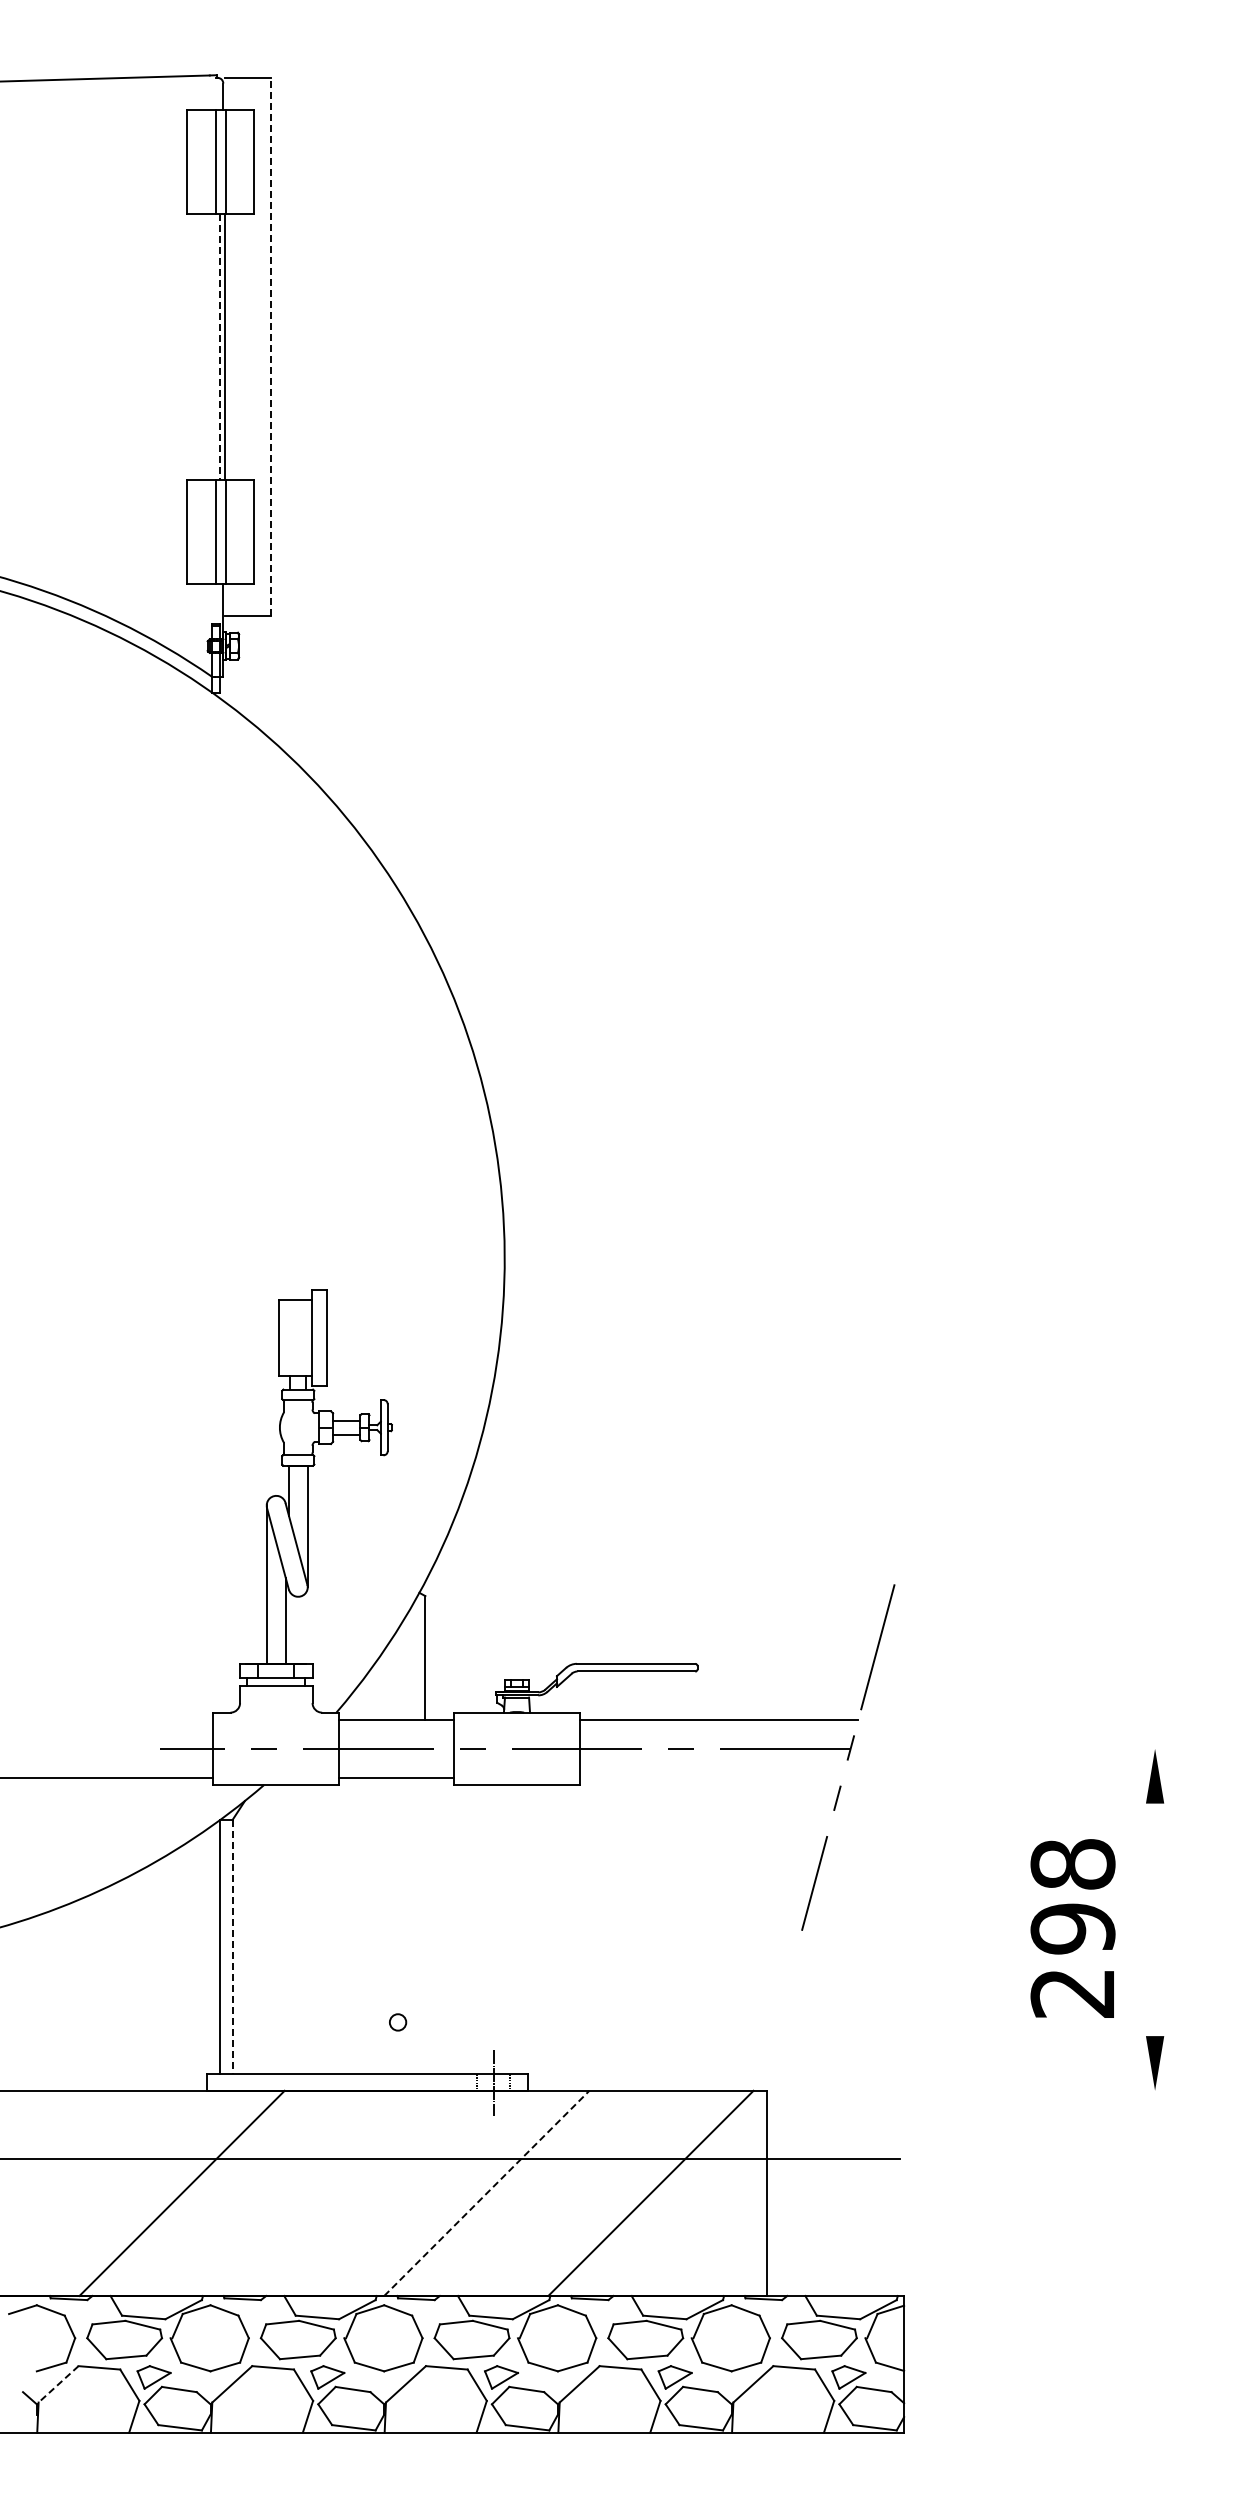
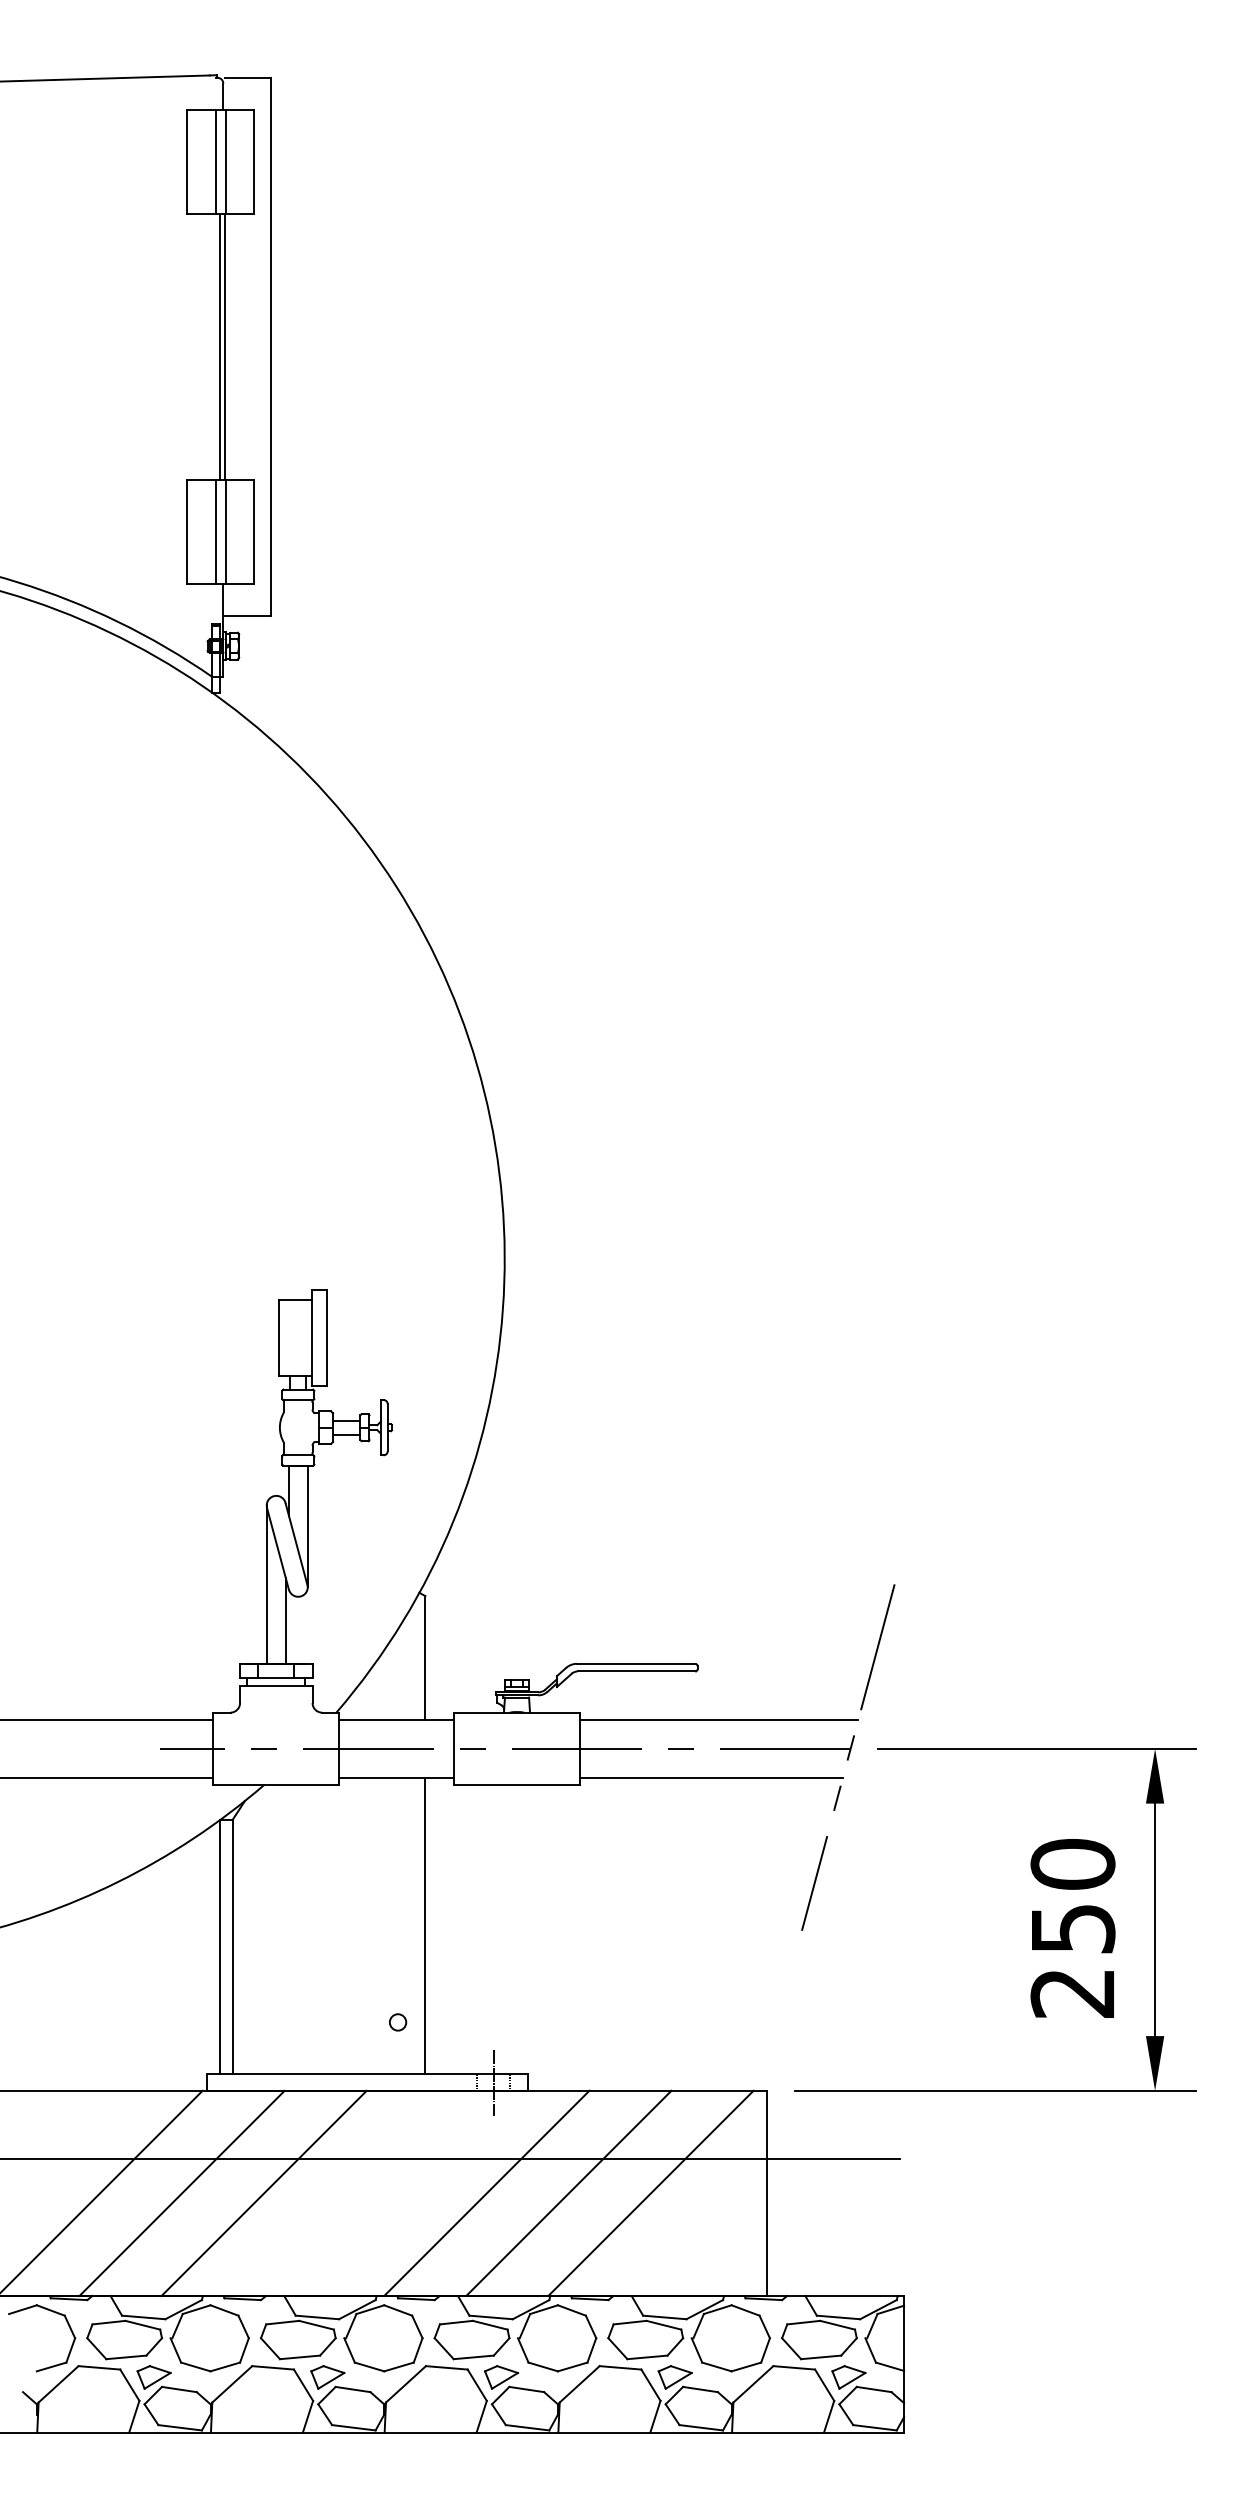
line at (220, 346): dashed -> solid
line at (270, 346): dashed -> solid
line at (107, 1719): none -> present
line at (1036, 1748): none -> present
line at (710, 1778): none -> present
text at (1072, 1896): 298 -> 250
line at (1155, 1919): none -> present
line at (425, 1926): none -> present
line at (232, 1947): dashed -> solid
line at (995, 2090): none -> present
line at (102, 2190): none -> present
line at (263, 2192): none -> present
line at (568, 2192): none -> present
line at (487, 2193): dashed -> solid
line at (58, 2384): dashed -> solid
